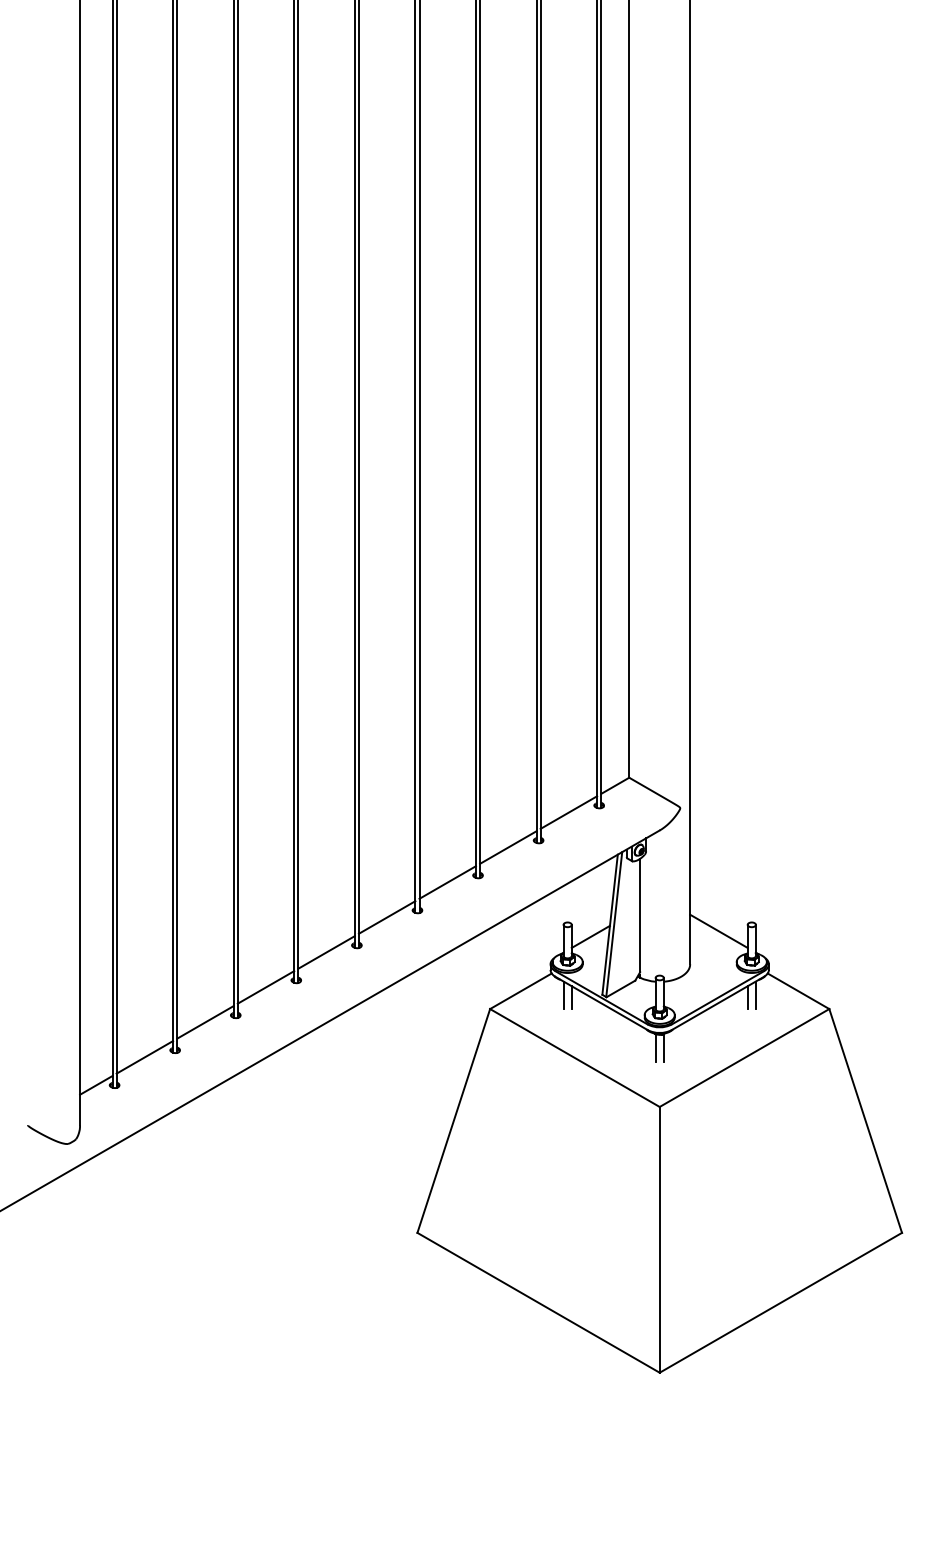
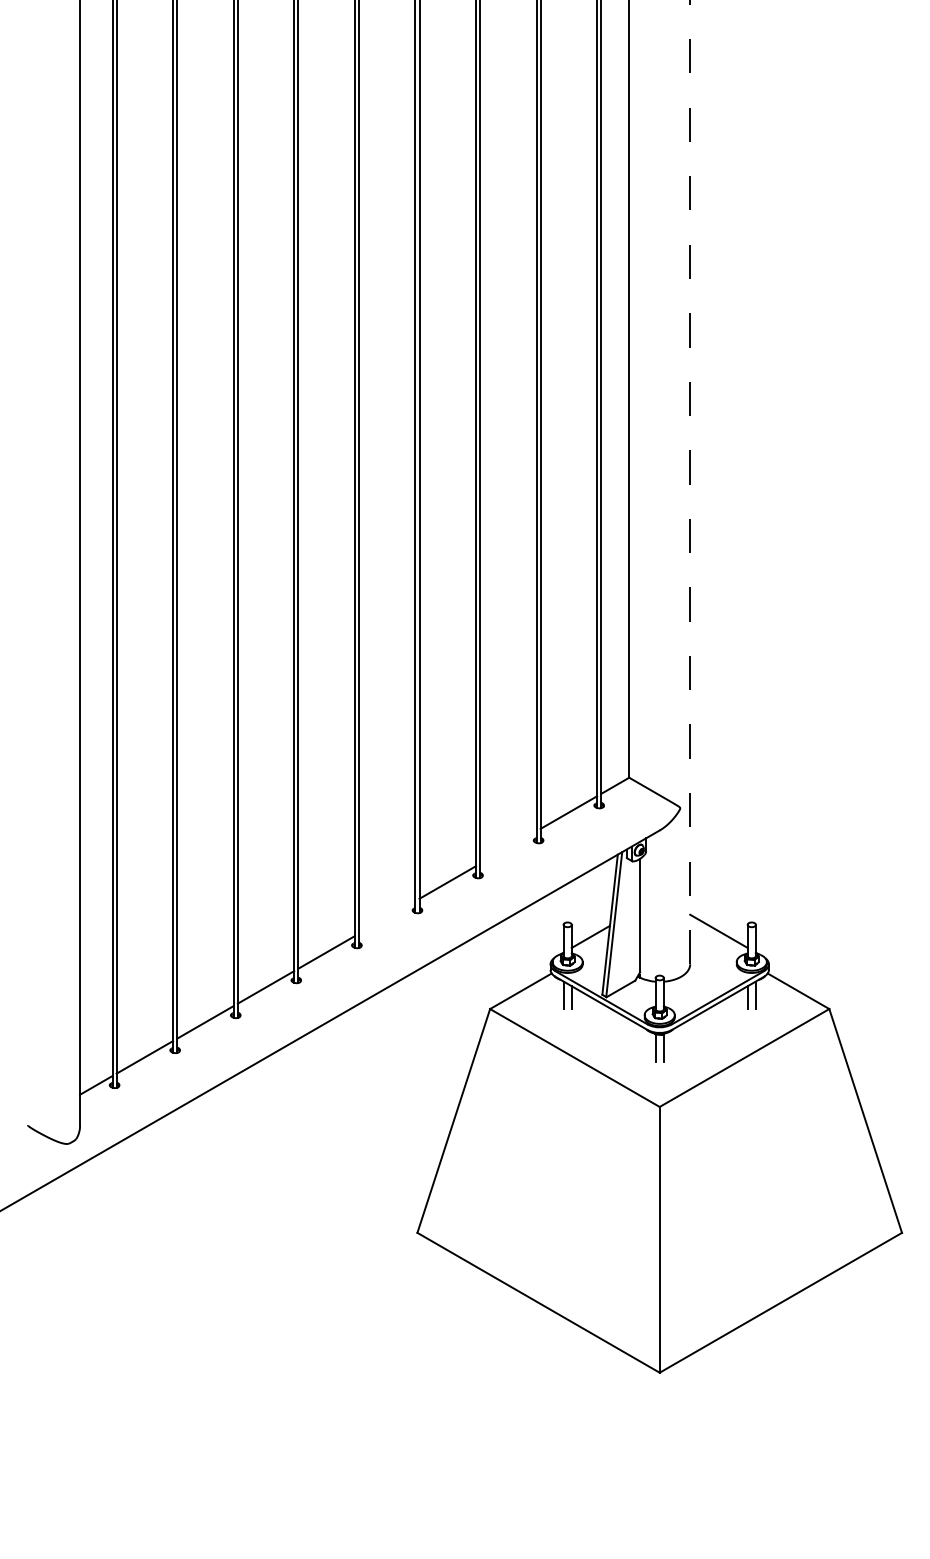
line at (690, 482): solid -> dashed
line at (508, 847): present -> none
line at (386, 917): present -> none
